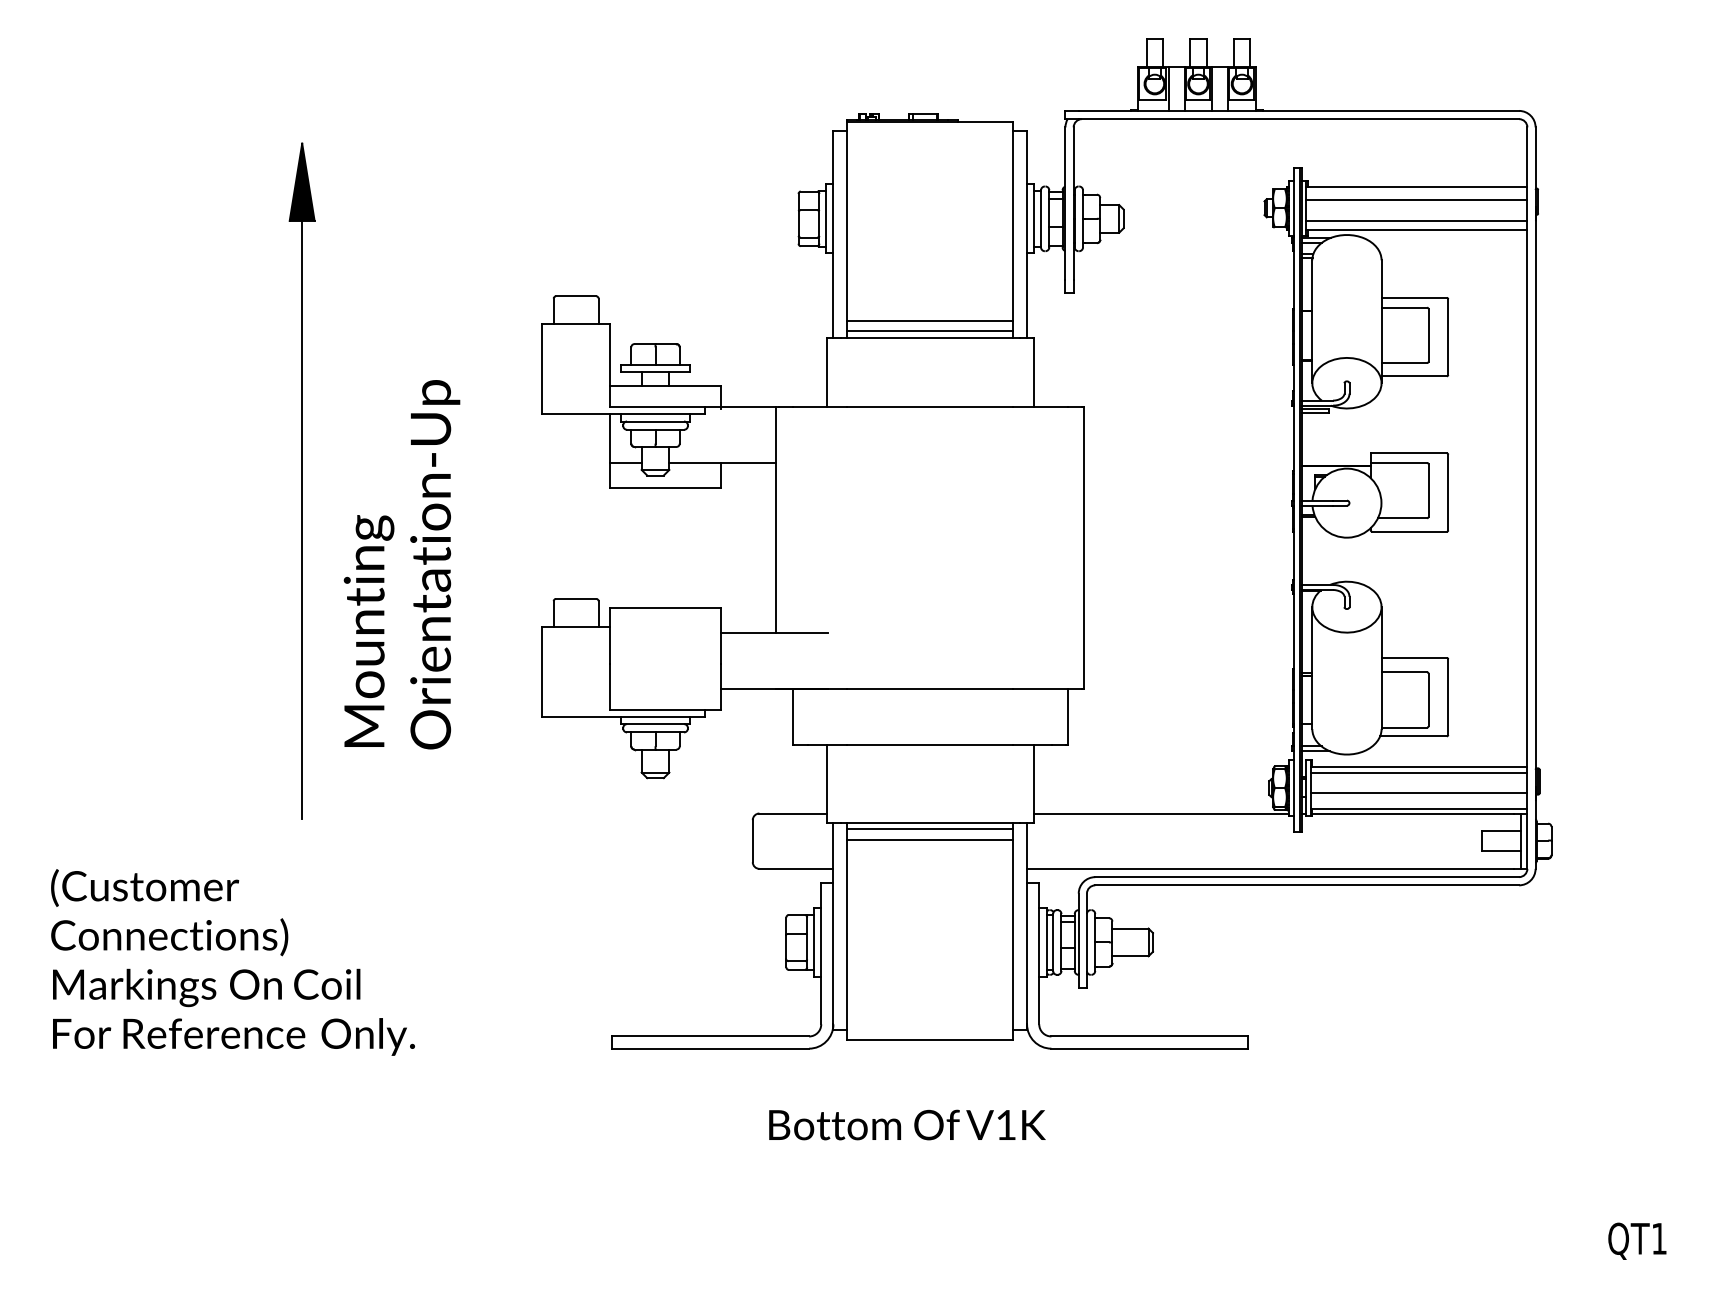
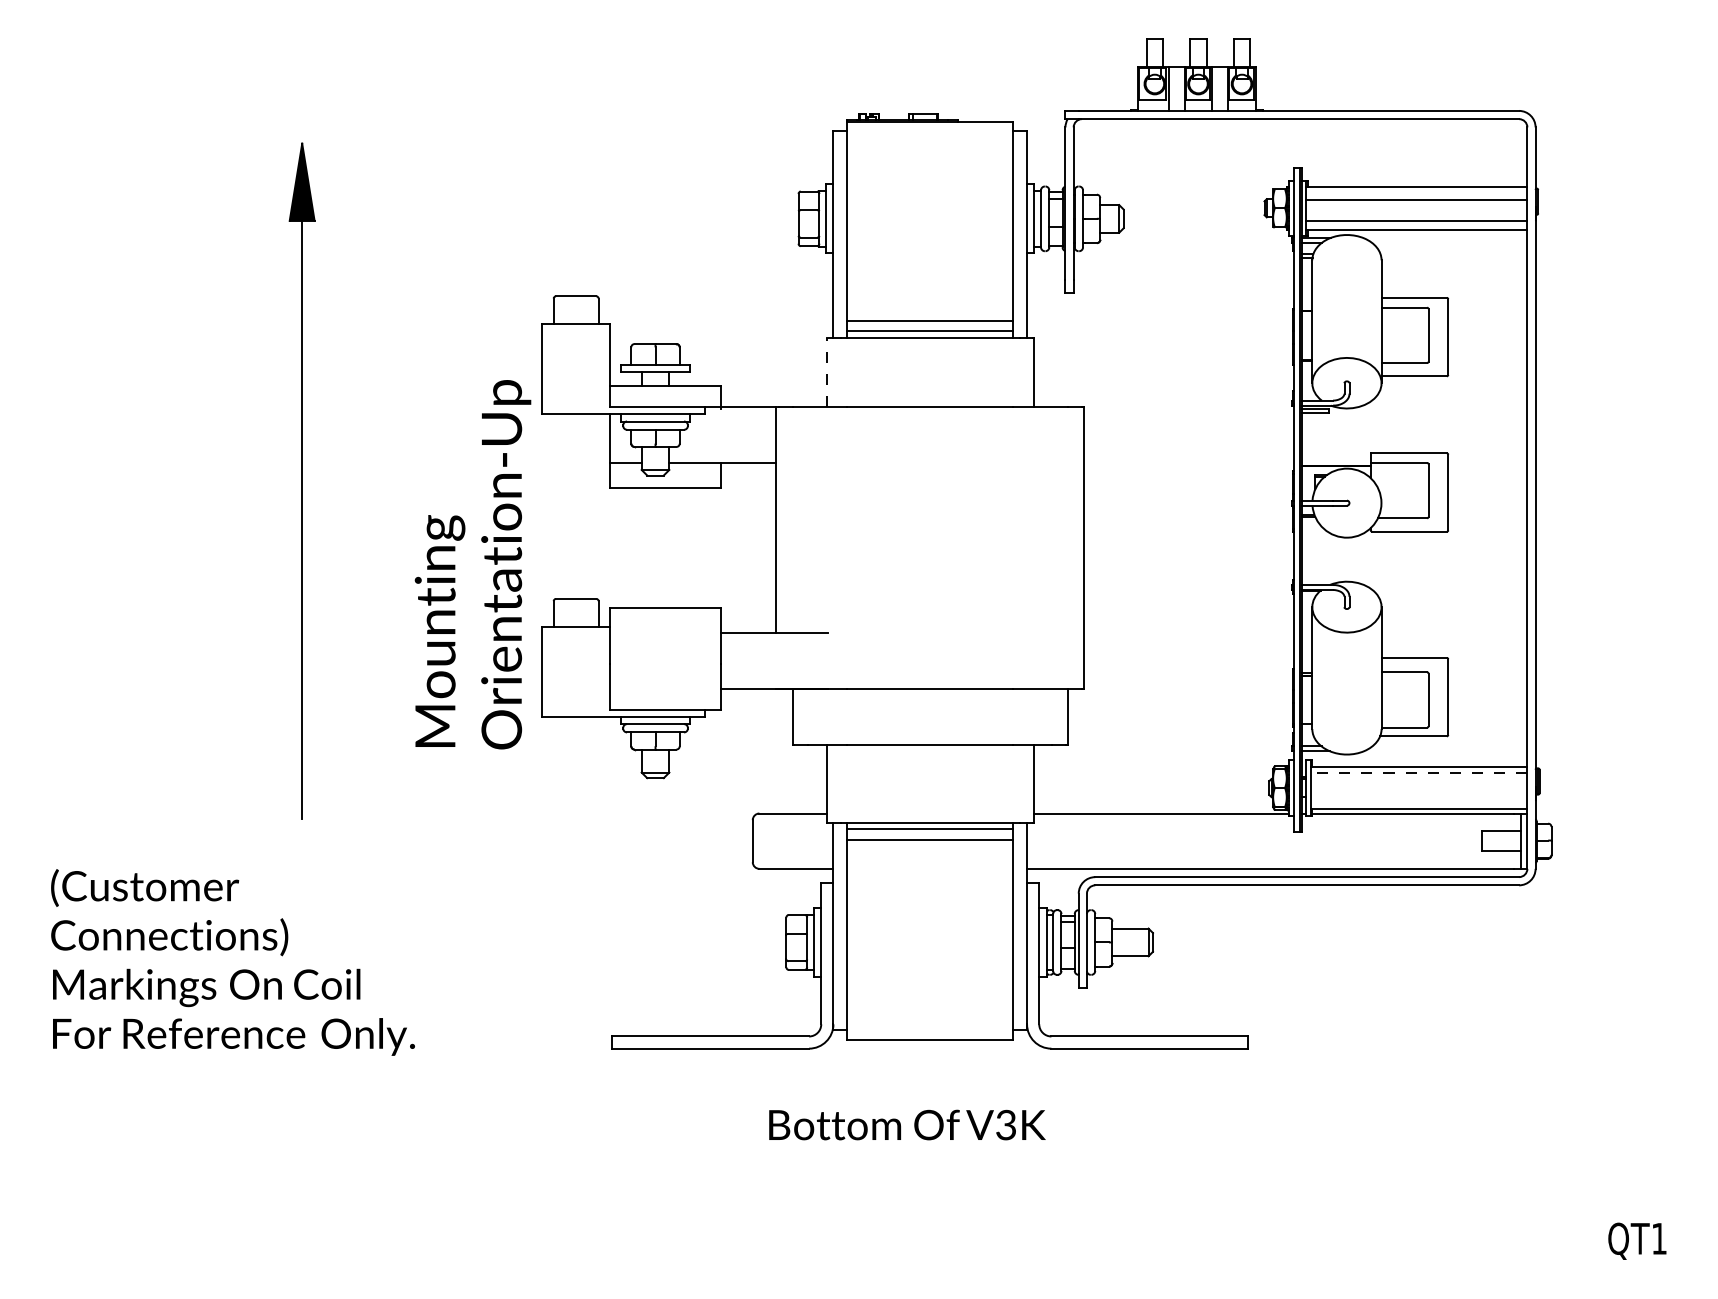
line at (826, 372): solid -> dashed
text at (401, 564) position: (401, 564) -> (472, 564)
line at (1418, 772): solid -> dashed
line at (1418, 793): present -> none
text at (1005, 1124): V1K -> V3K
